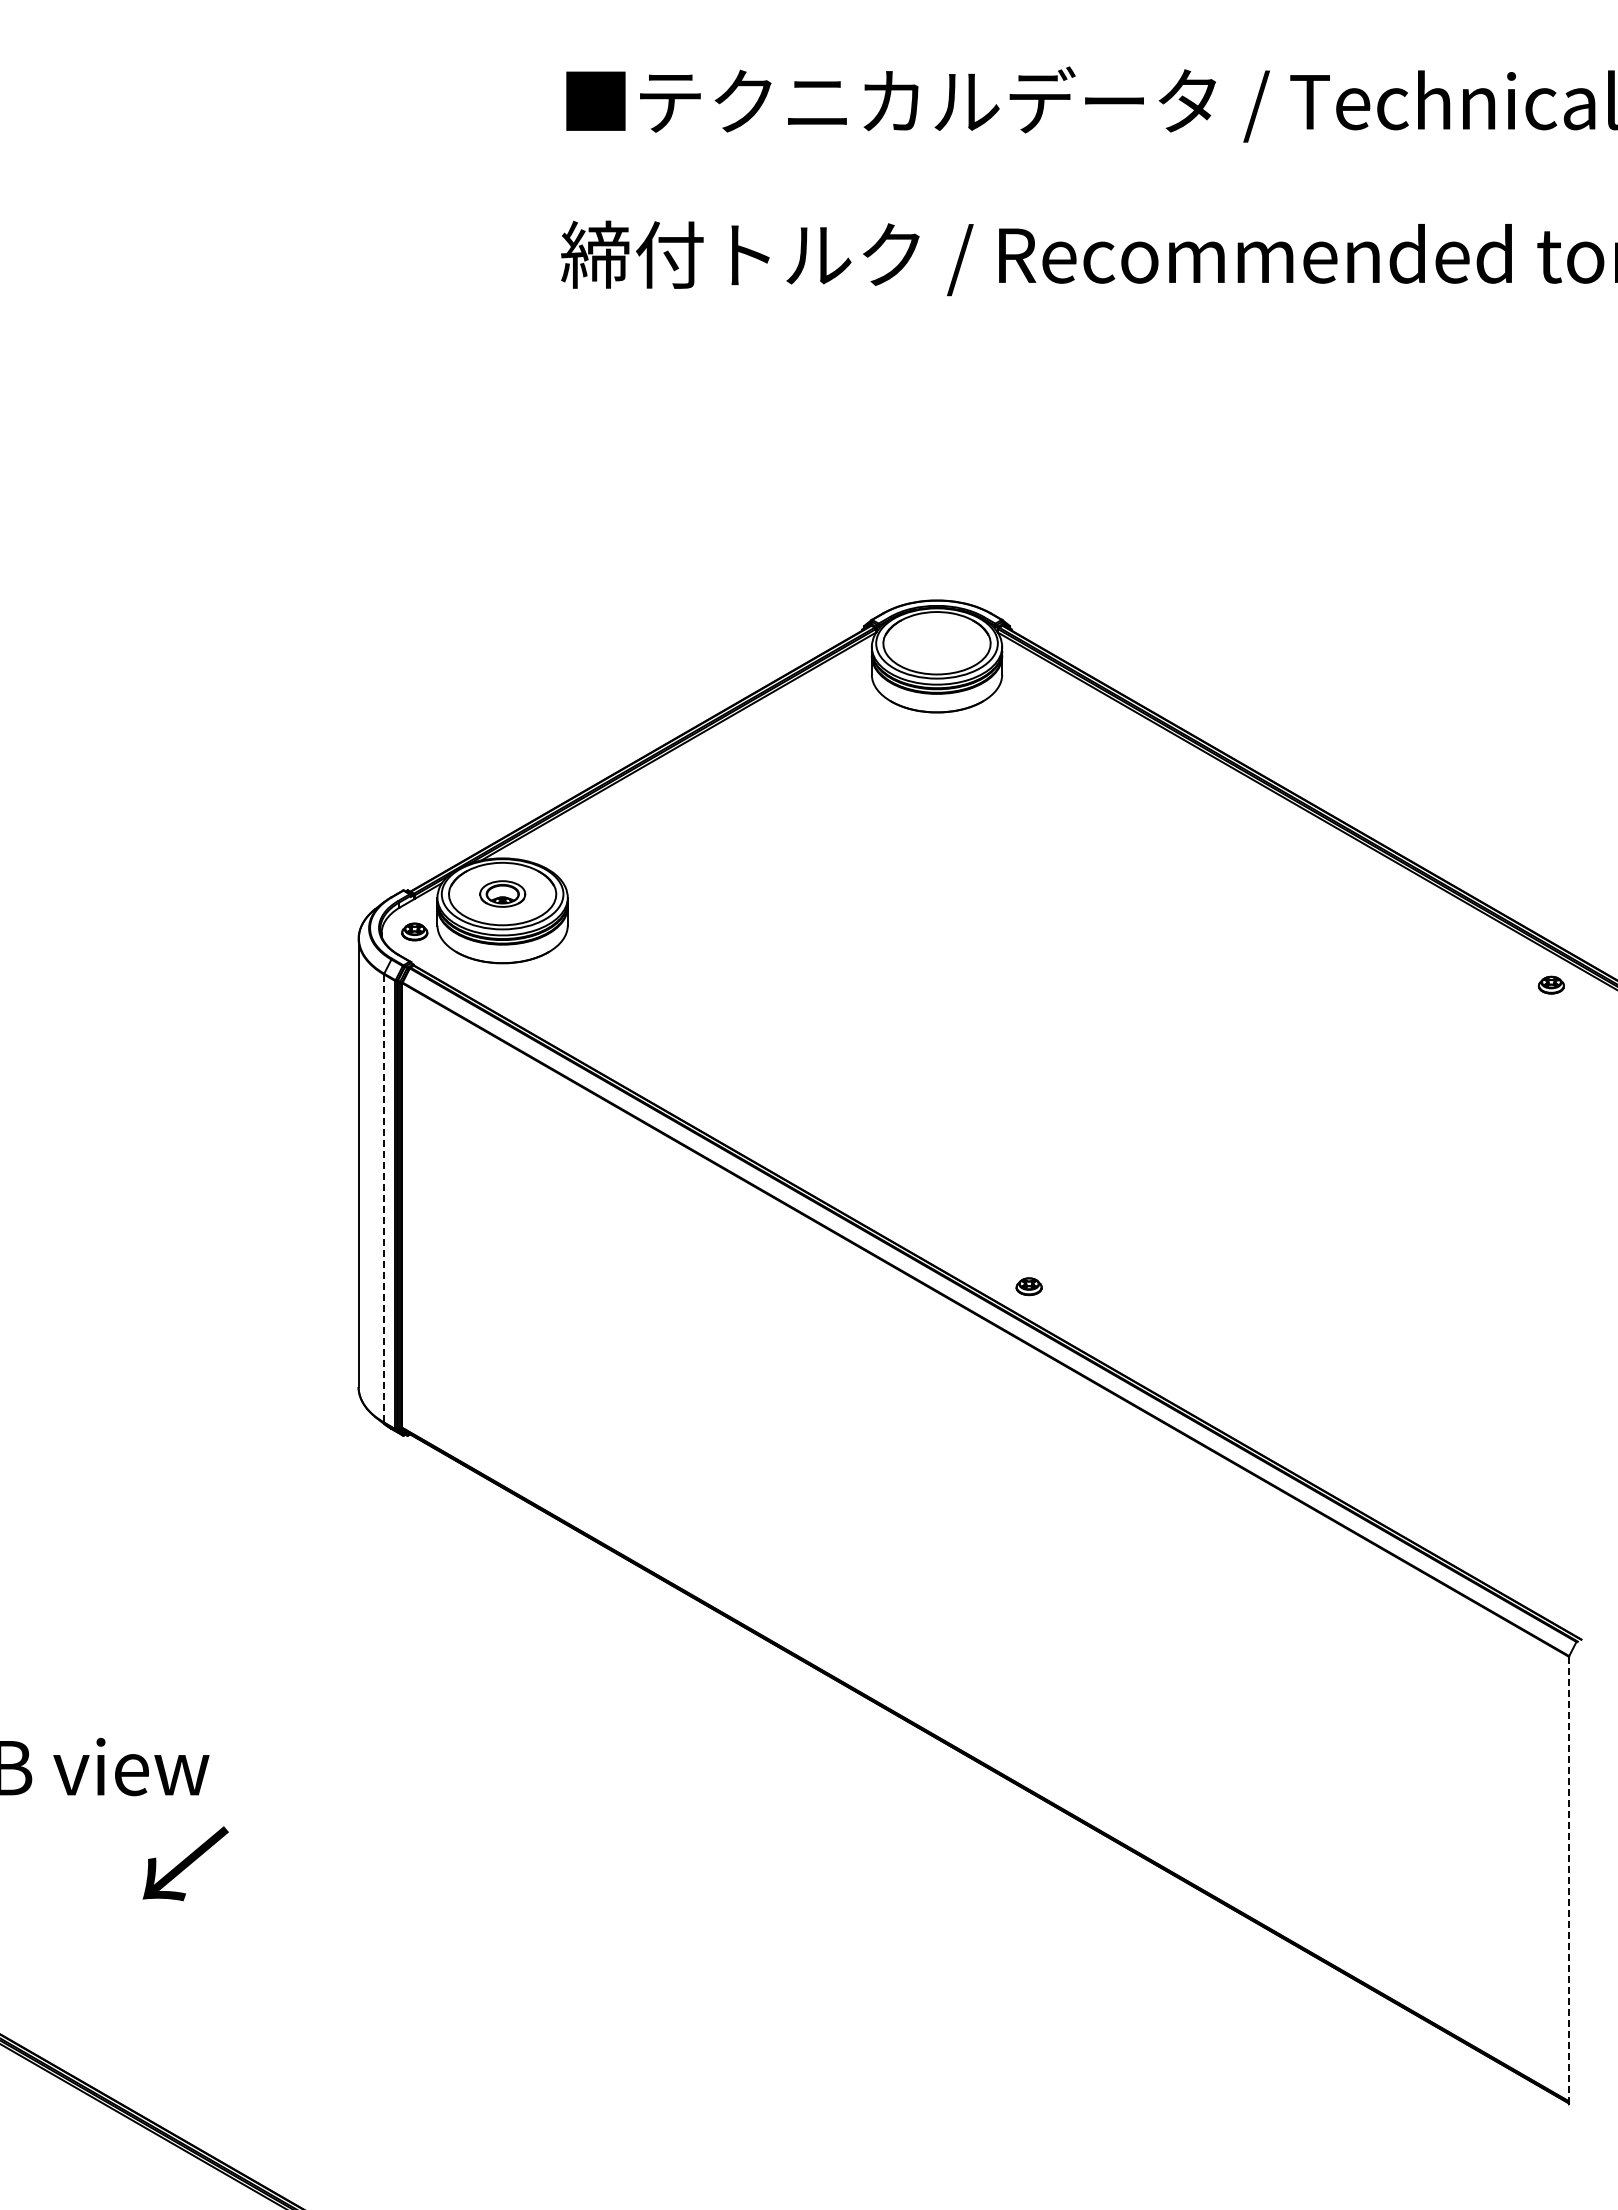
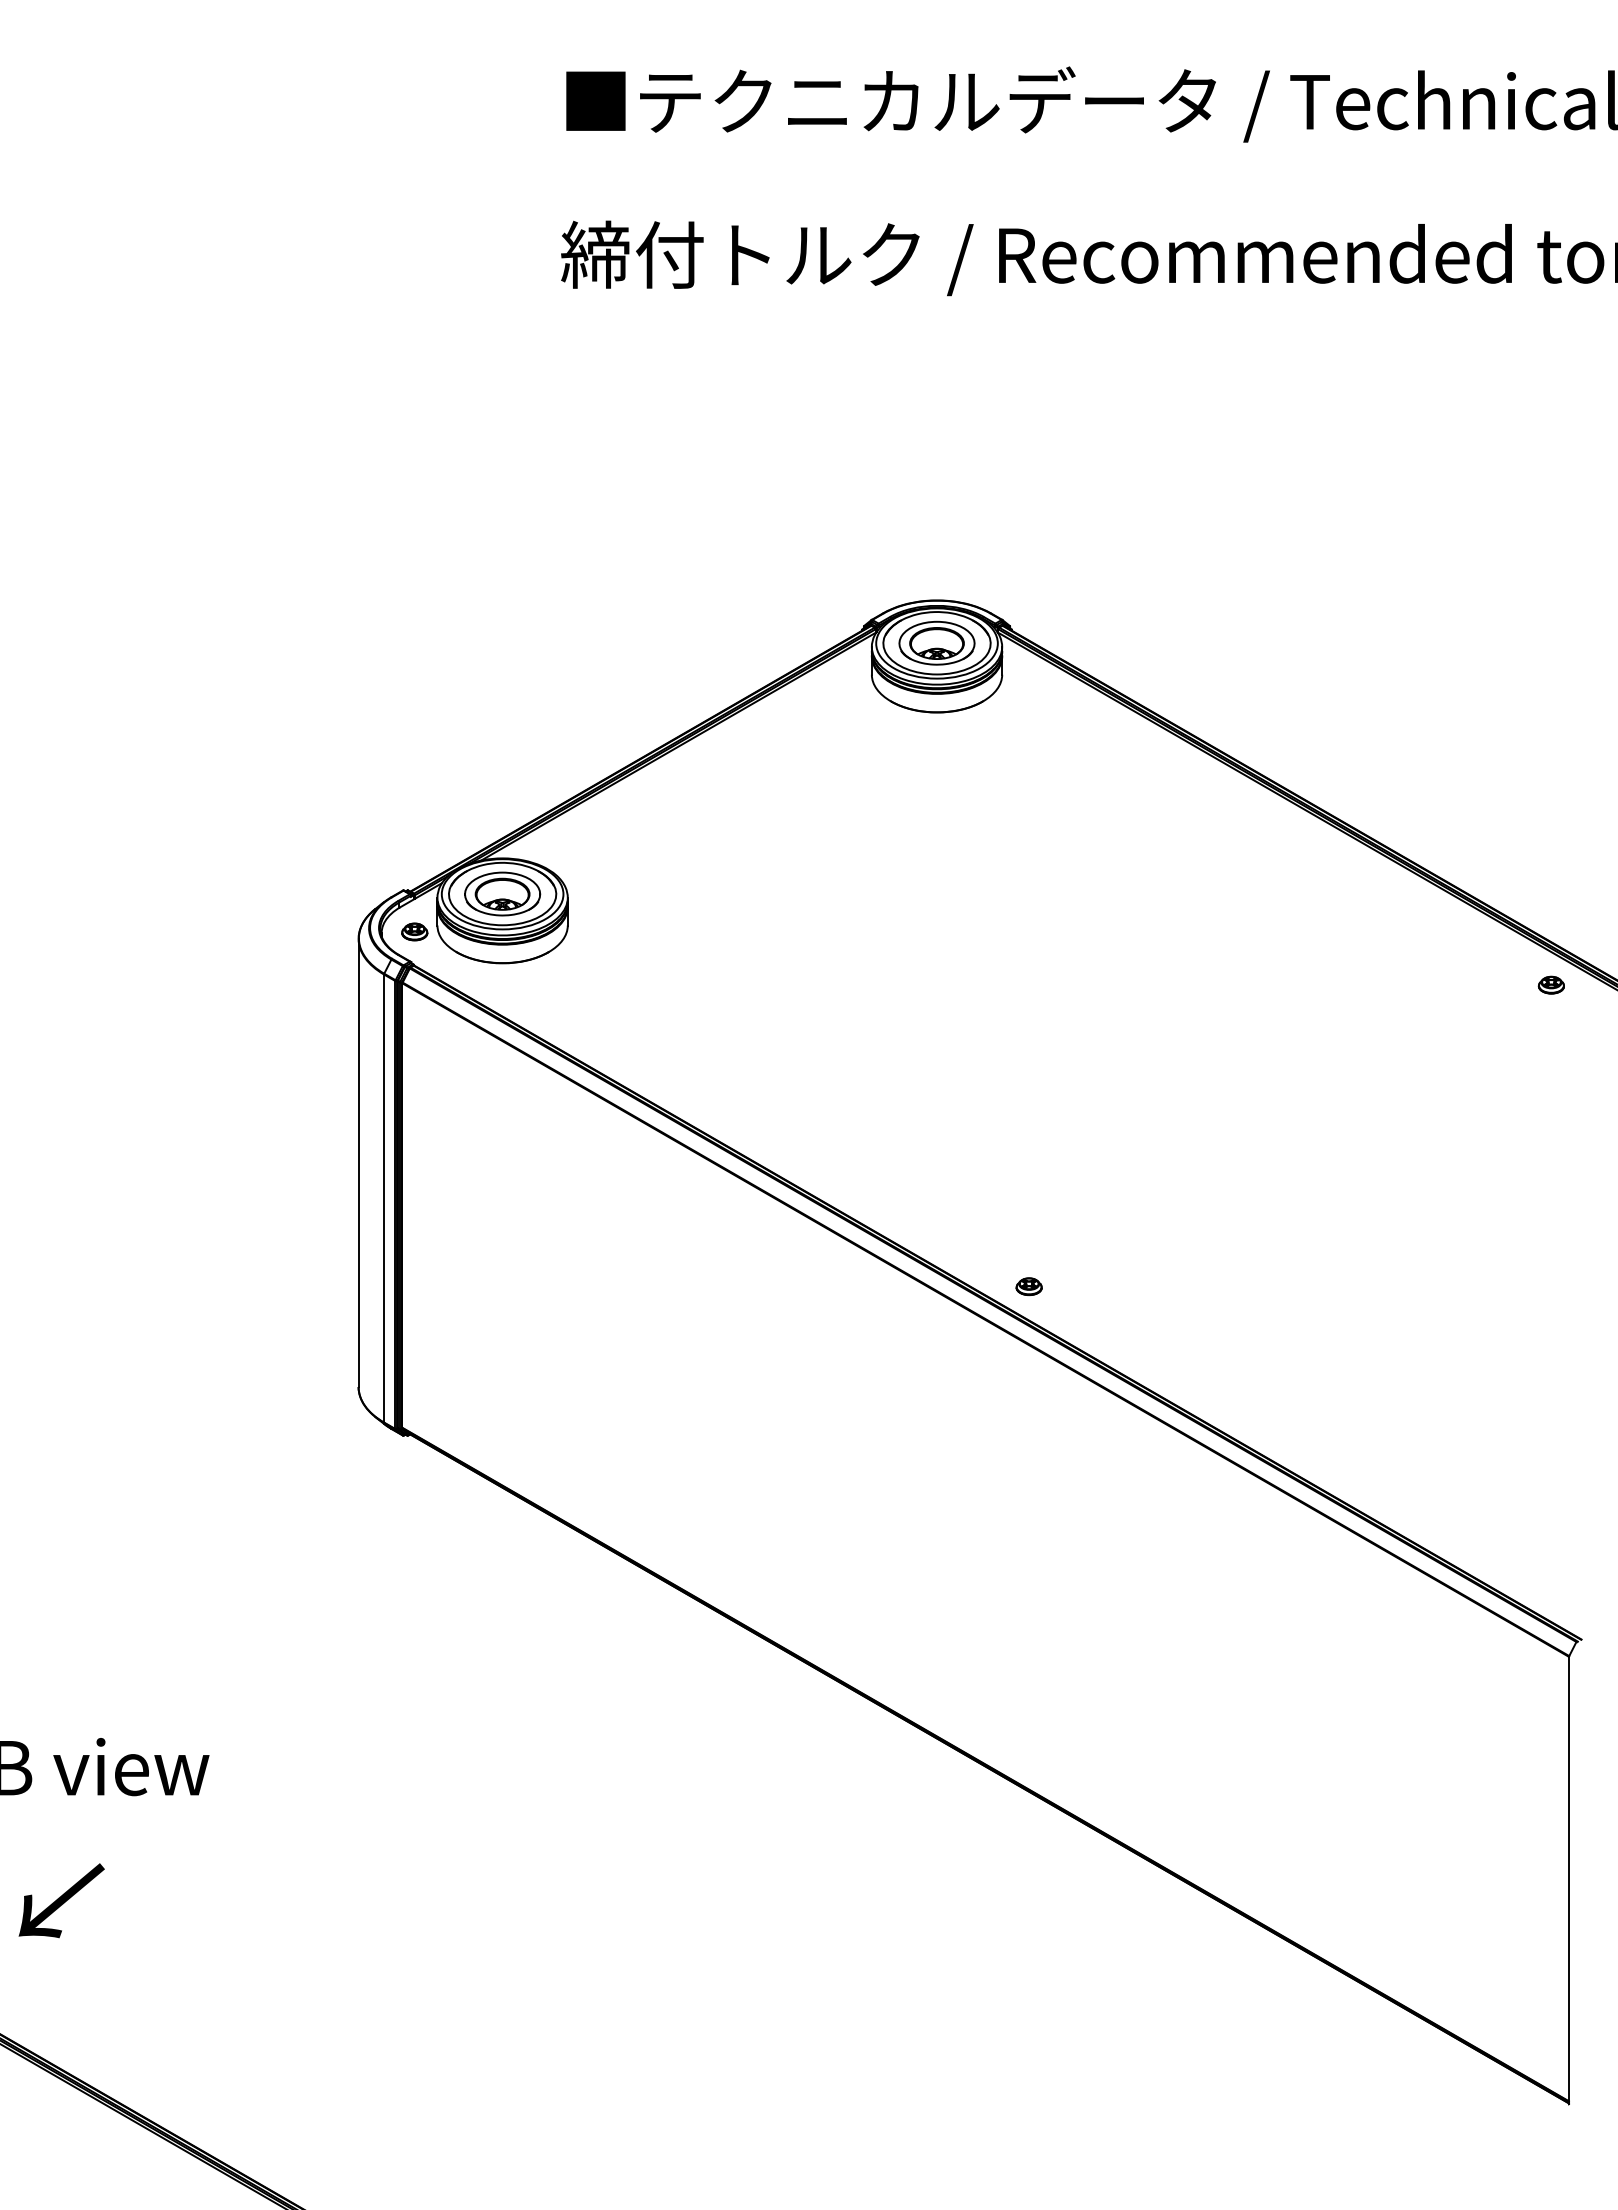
part at (936, 642): none -> present
part at (502, 893) size: 48x28 px -> 78x46 px
line at (384, 1198): dashed -> solid
text at (185, 1863) position: (185, 1863) -> (61, 1900)
line at (1568, 1879): dashed -> solid
